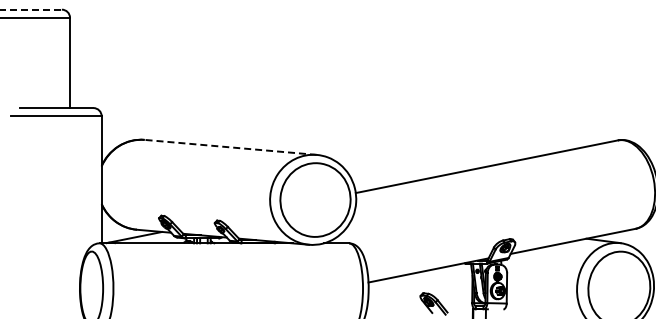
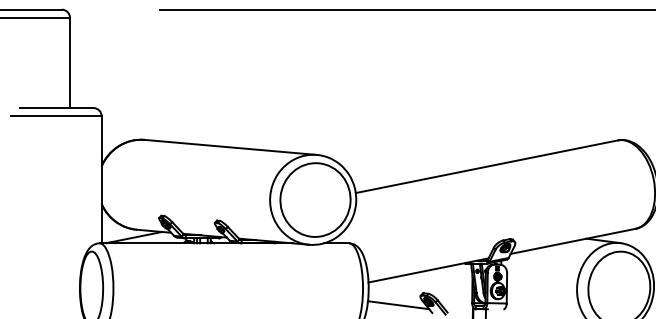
line at (30, 9): dashed -> solid
line at (406, 9): none -> present
line at (230, 147): dashed -> solid
line at (398, 305): none -> present
